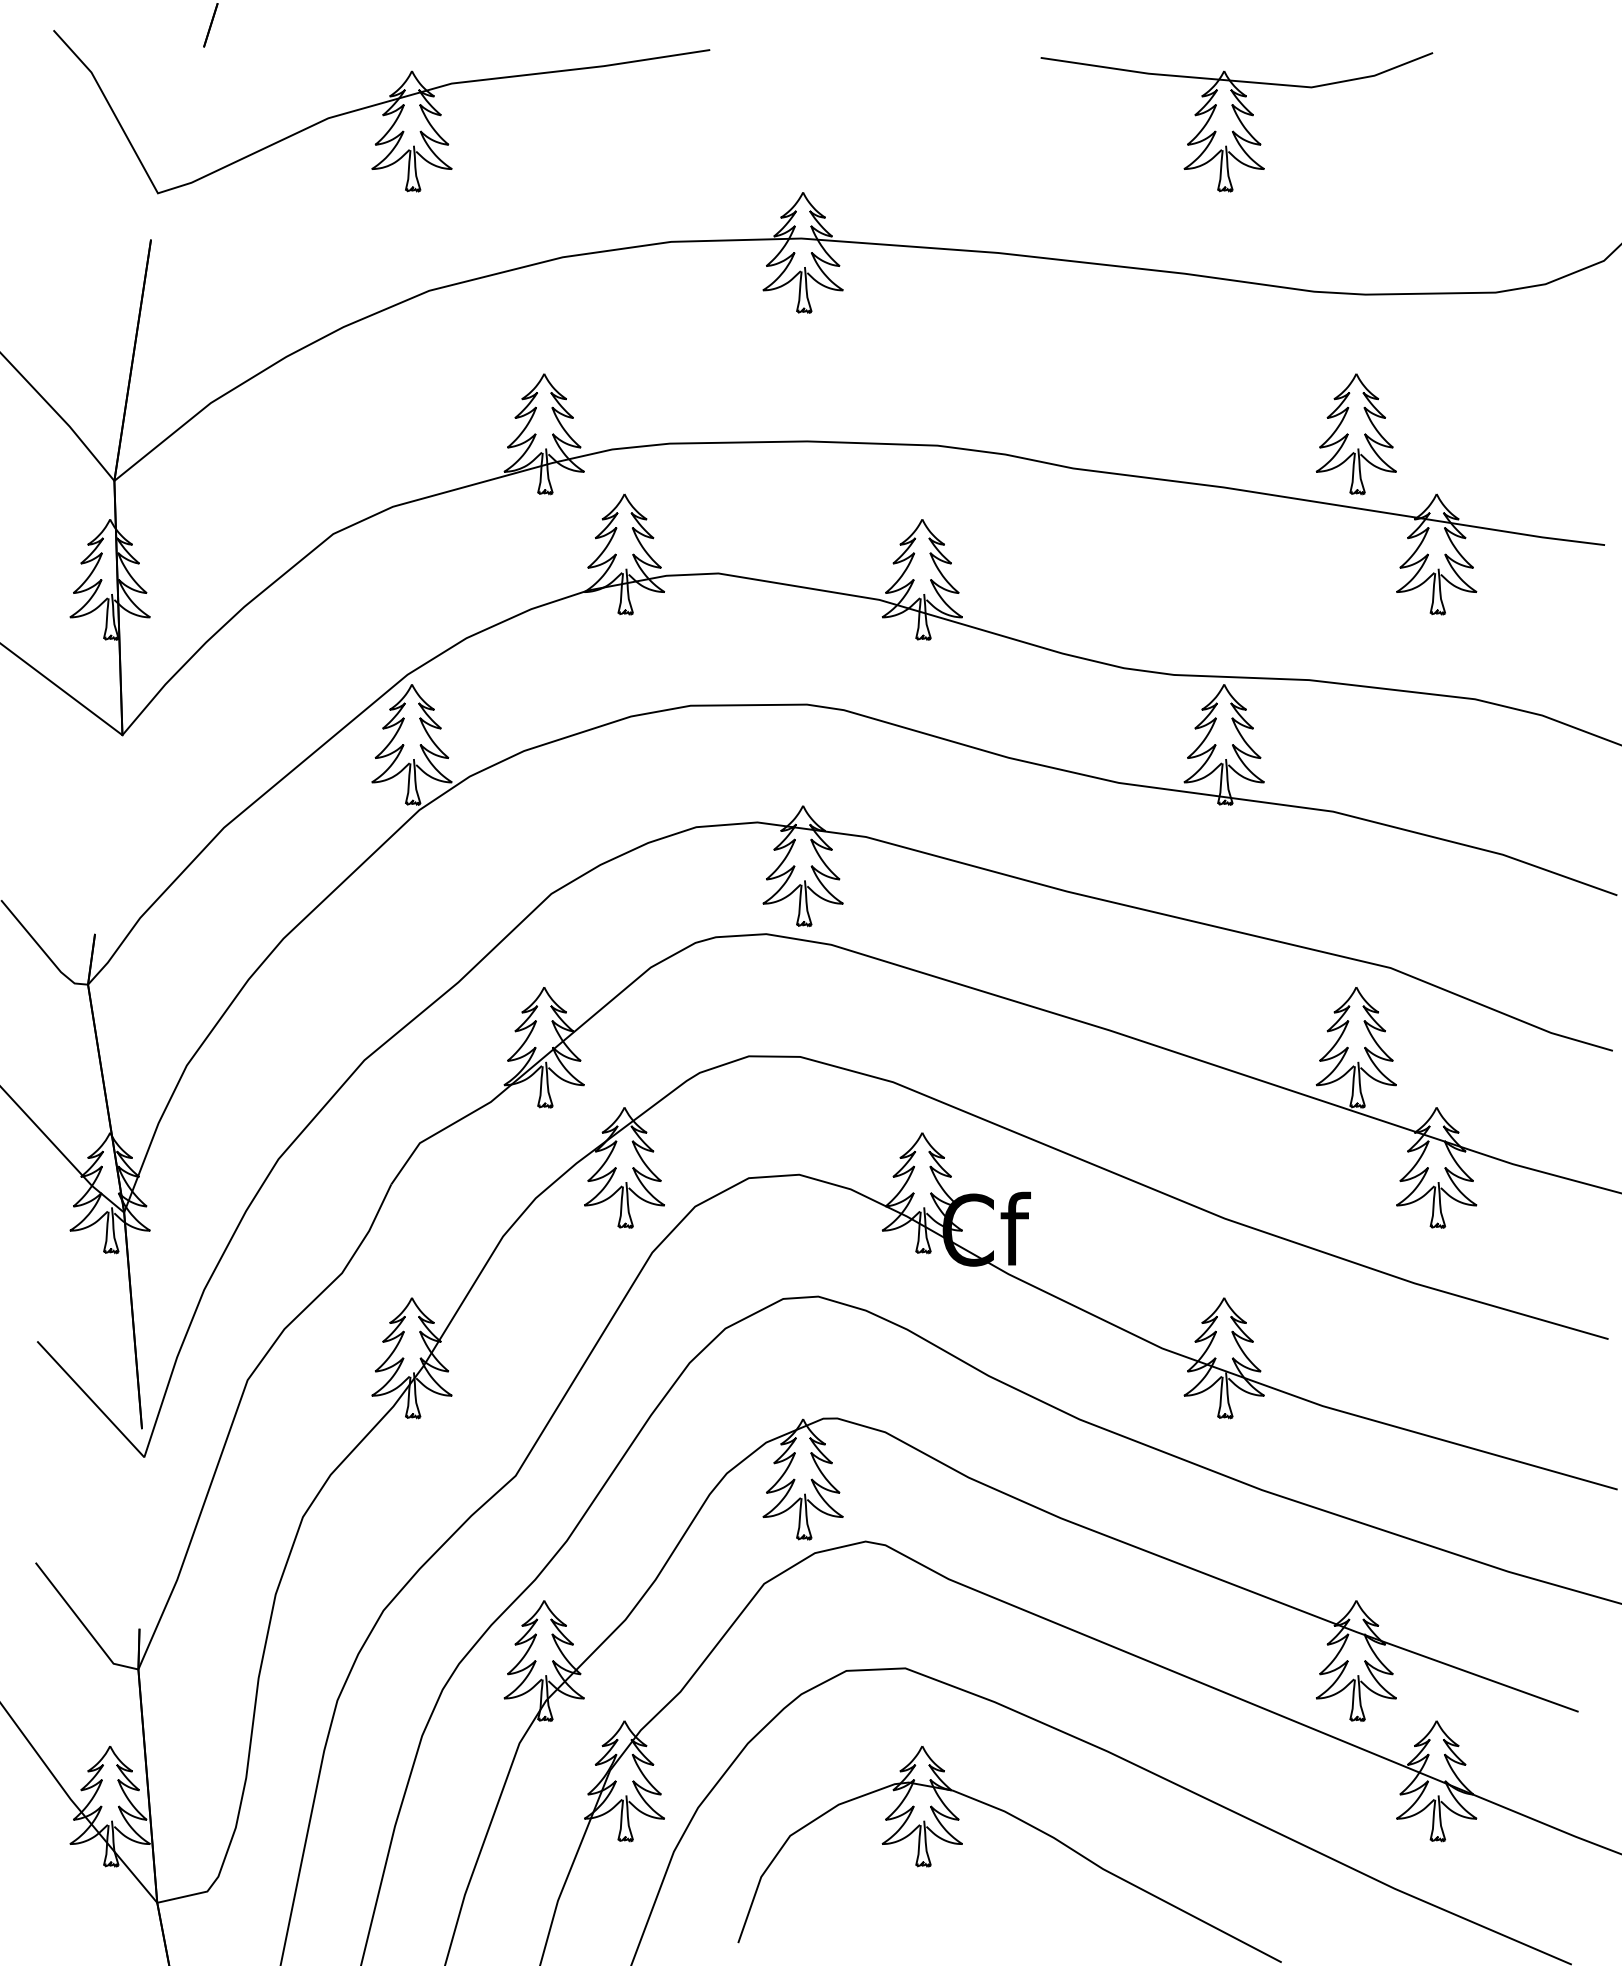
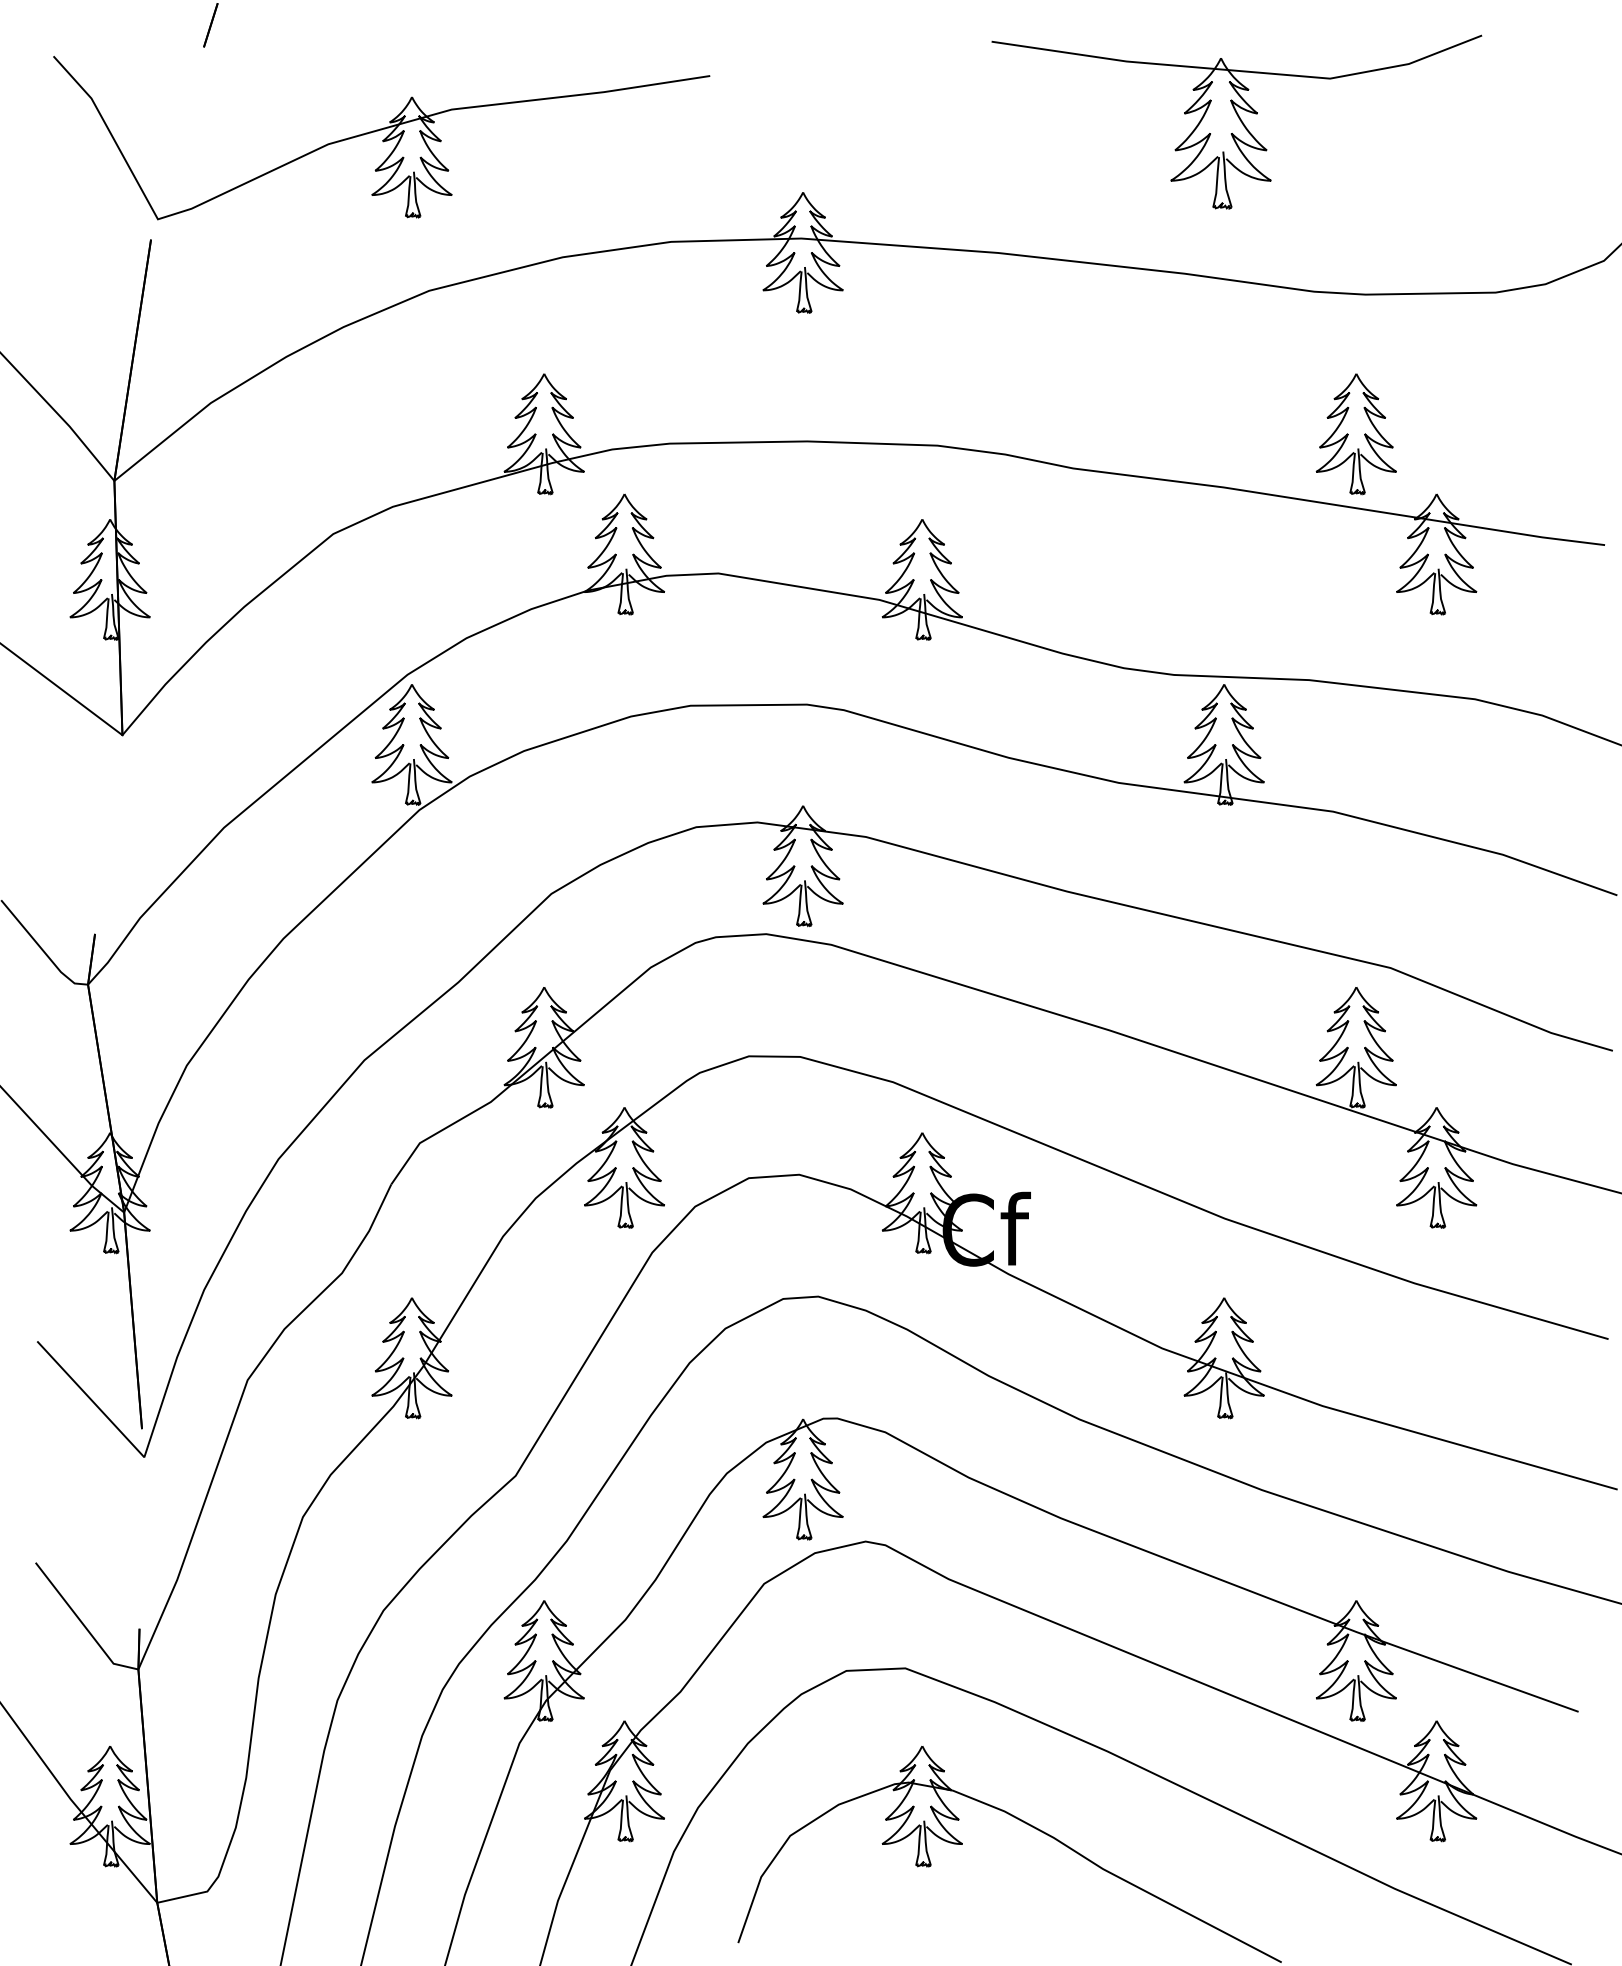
part at (381, 112) position: (381, 112) -> (381, 138)
part at (1236, 122) size: 394x141 px -> 492x176 px
